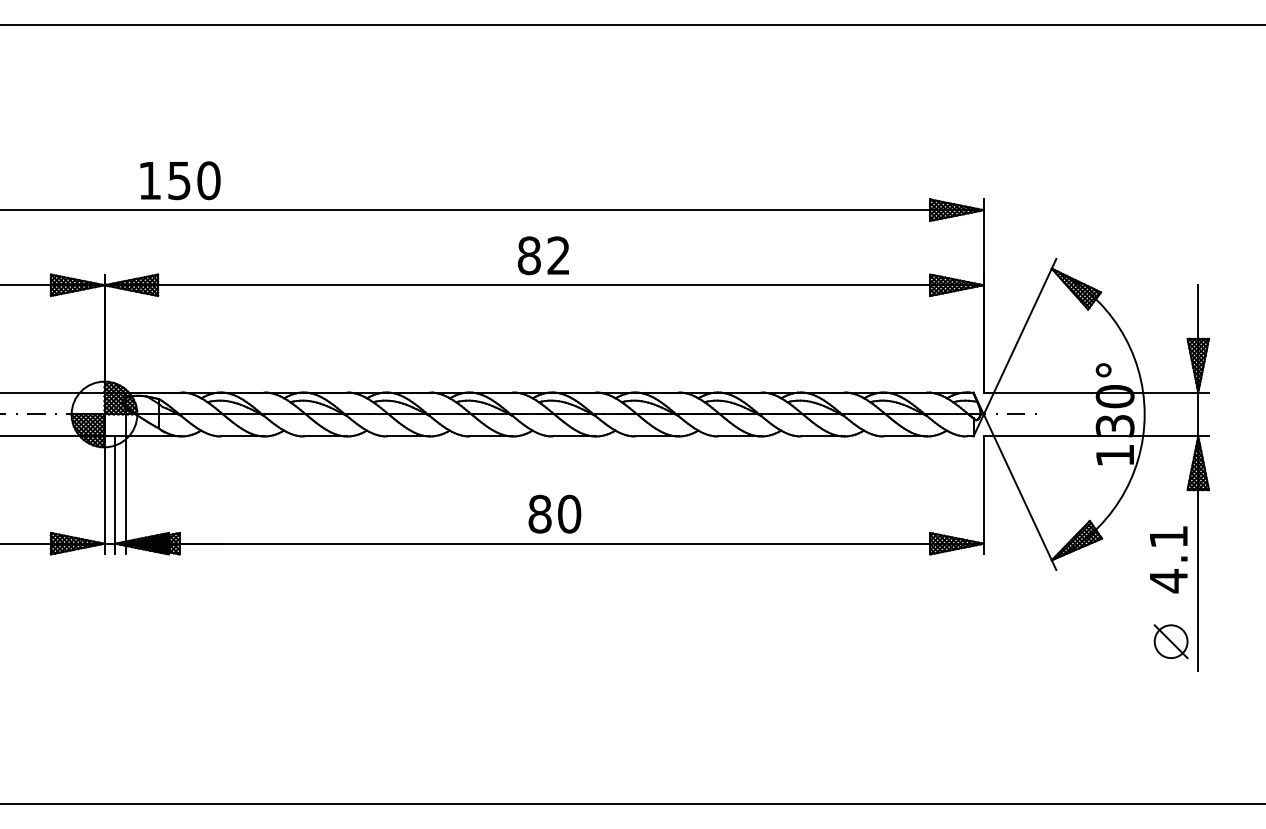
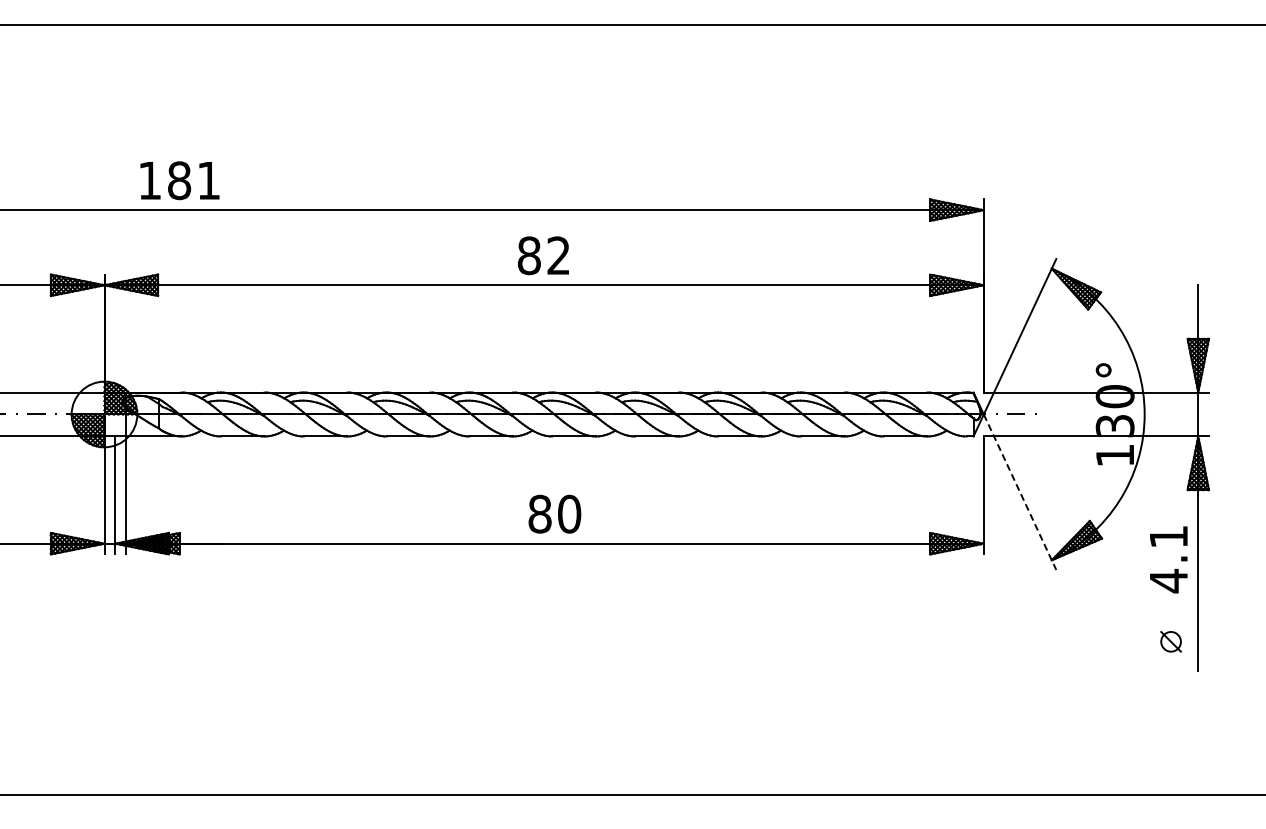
text at (194, 180): 150 -> 181
line at (1020, 492): solid -> dashed
part at (1170, 641) size: 36x36 px -> 22x23 px
line at (632, 804) position: (632, 804) -> (632, 795)
